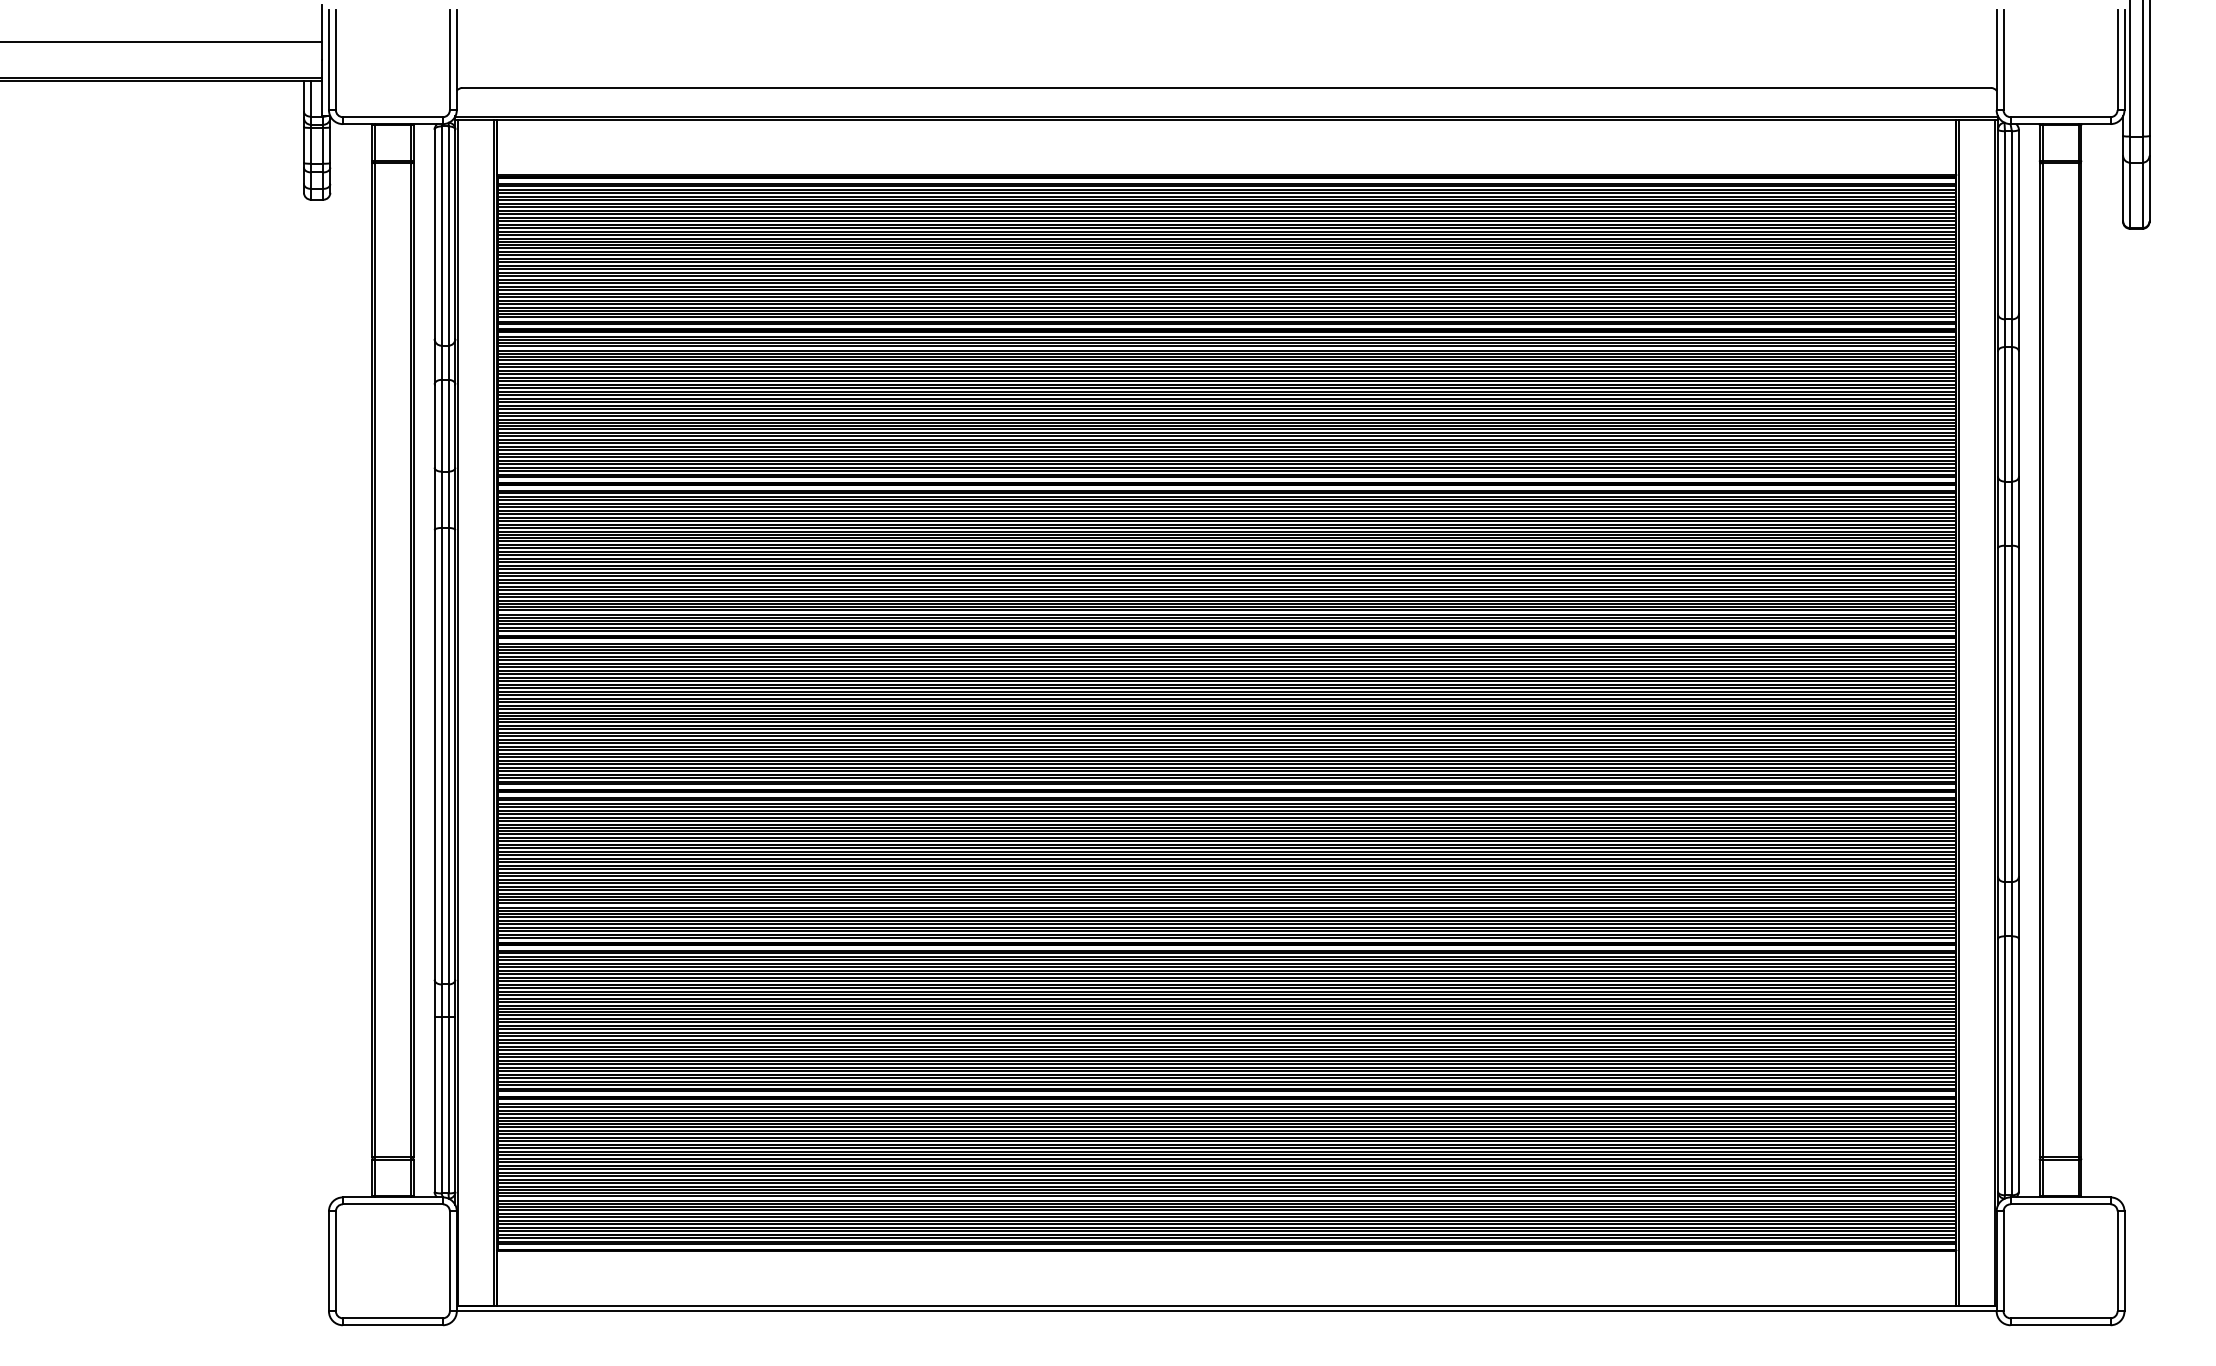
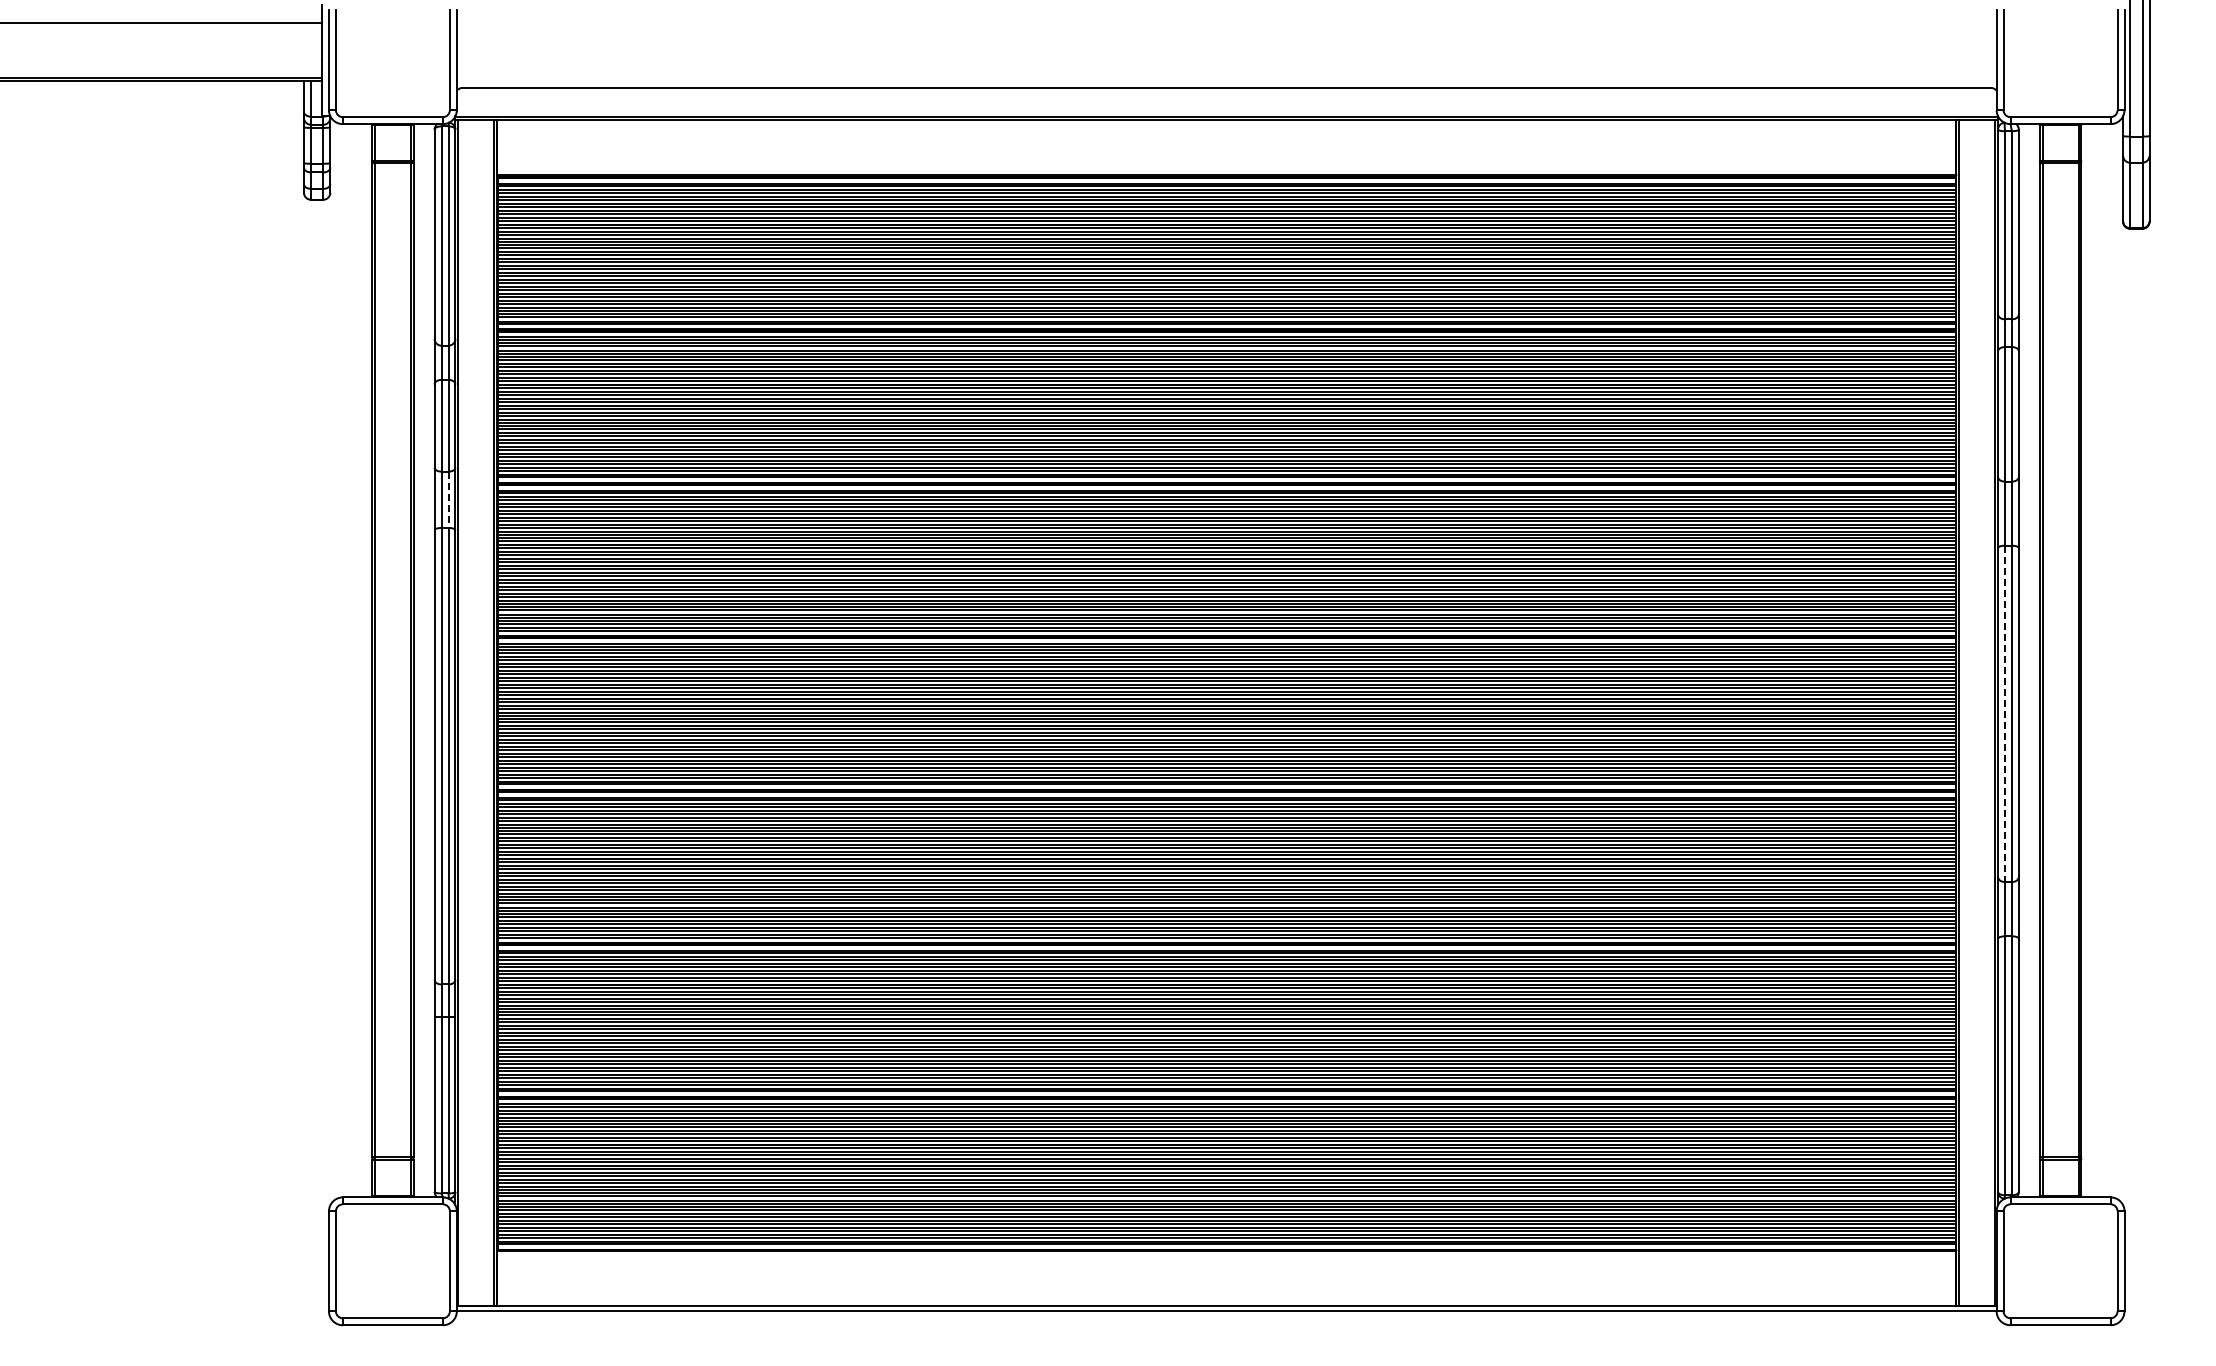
line at (162, 42) position: (162, 42) -> (162, 23)
line at (448, 500): solid -> dashed
line at (2004, 714): solid -> dashed
